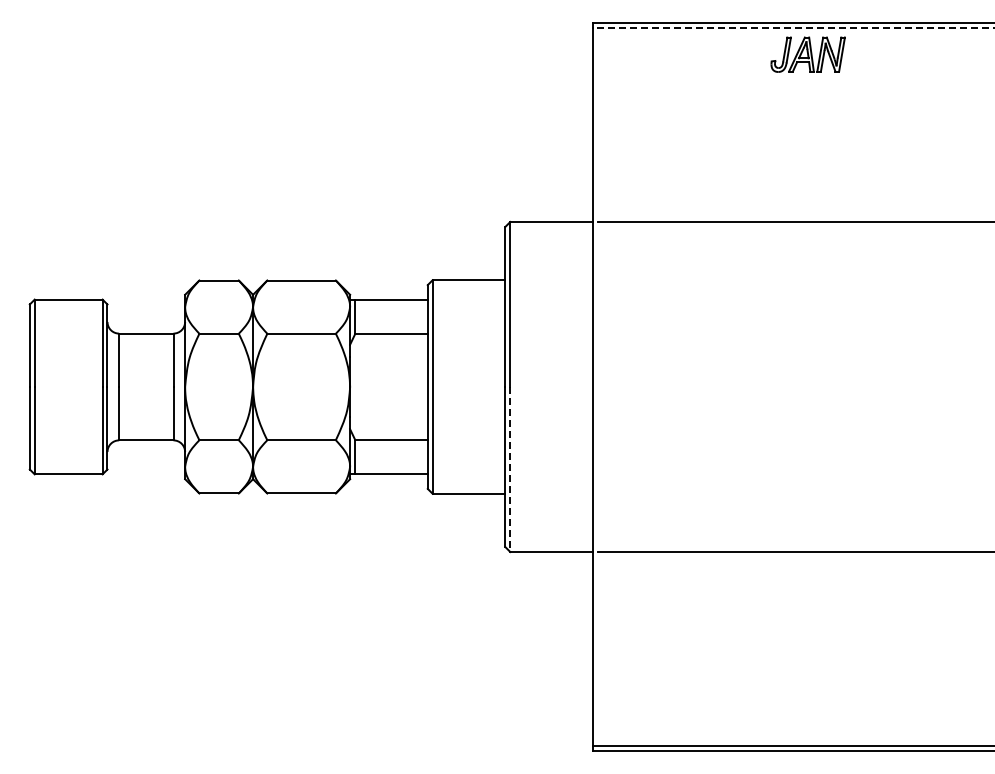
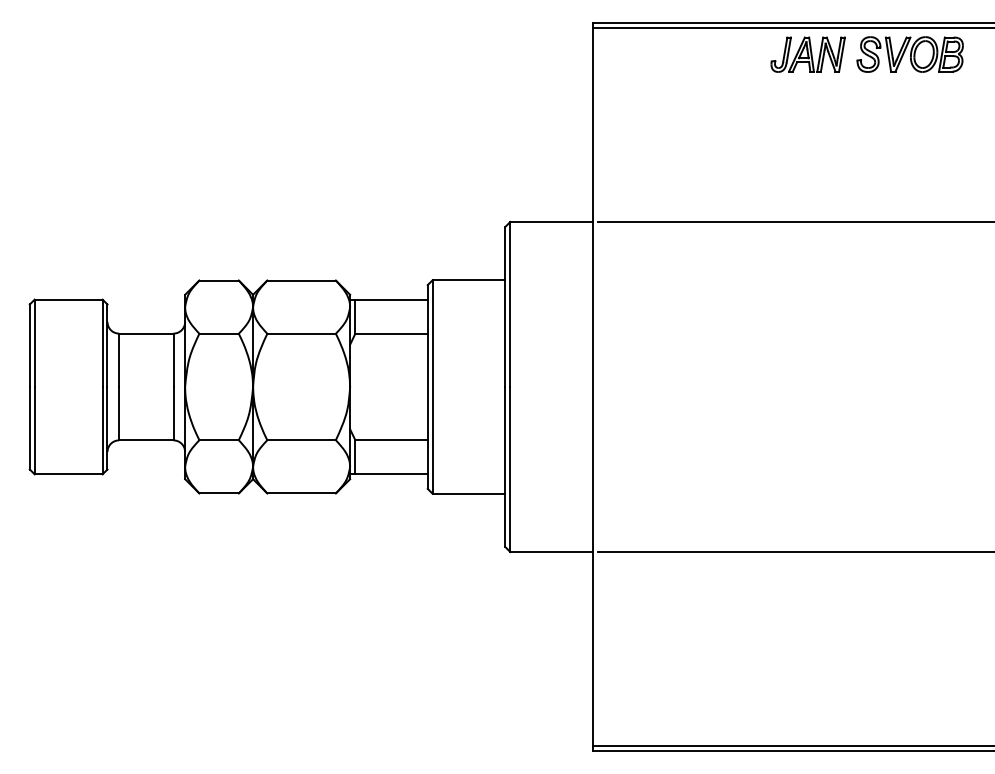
line at (793, 27): dashed -> solid
part at (909, 54): none -> present
line at (510, 469): dashed -> solid
